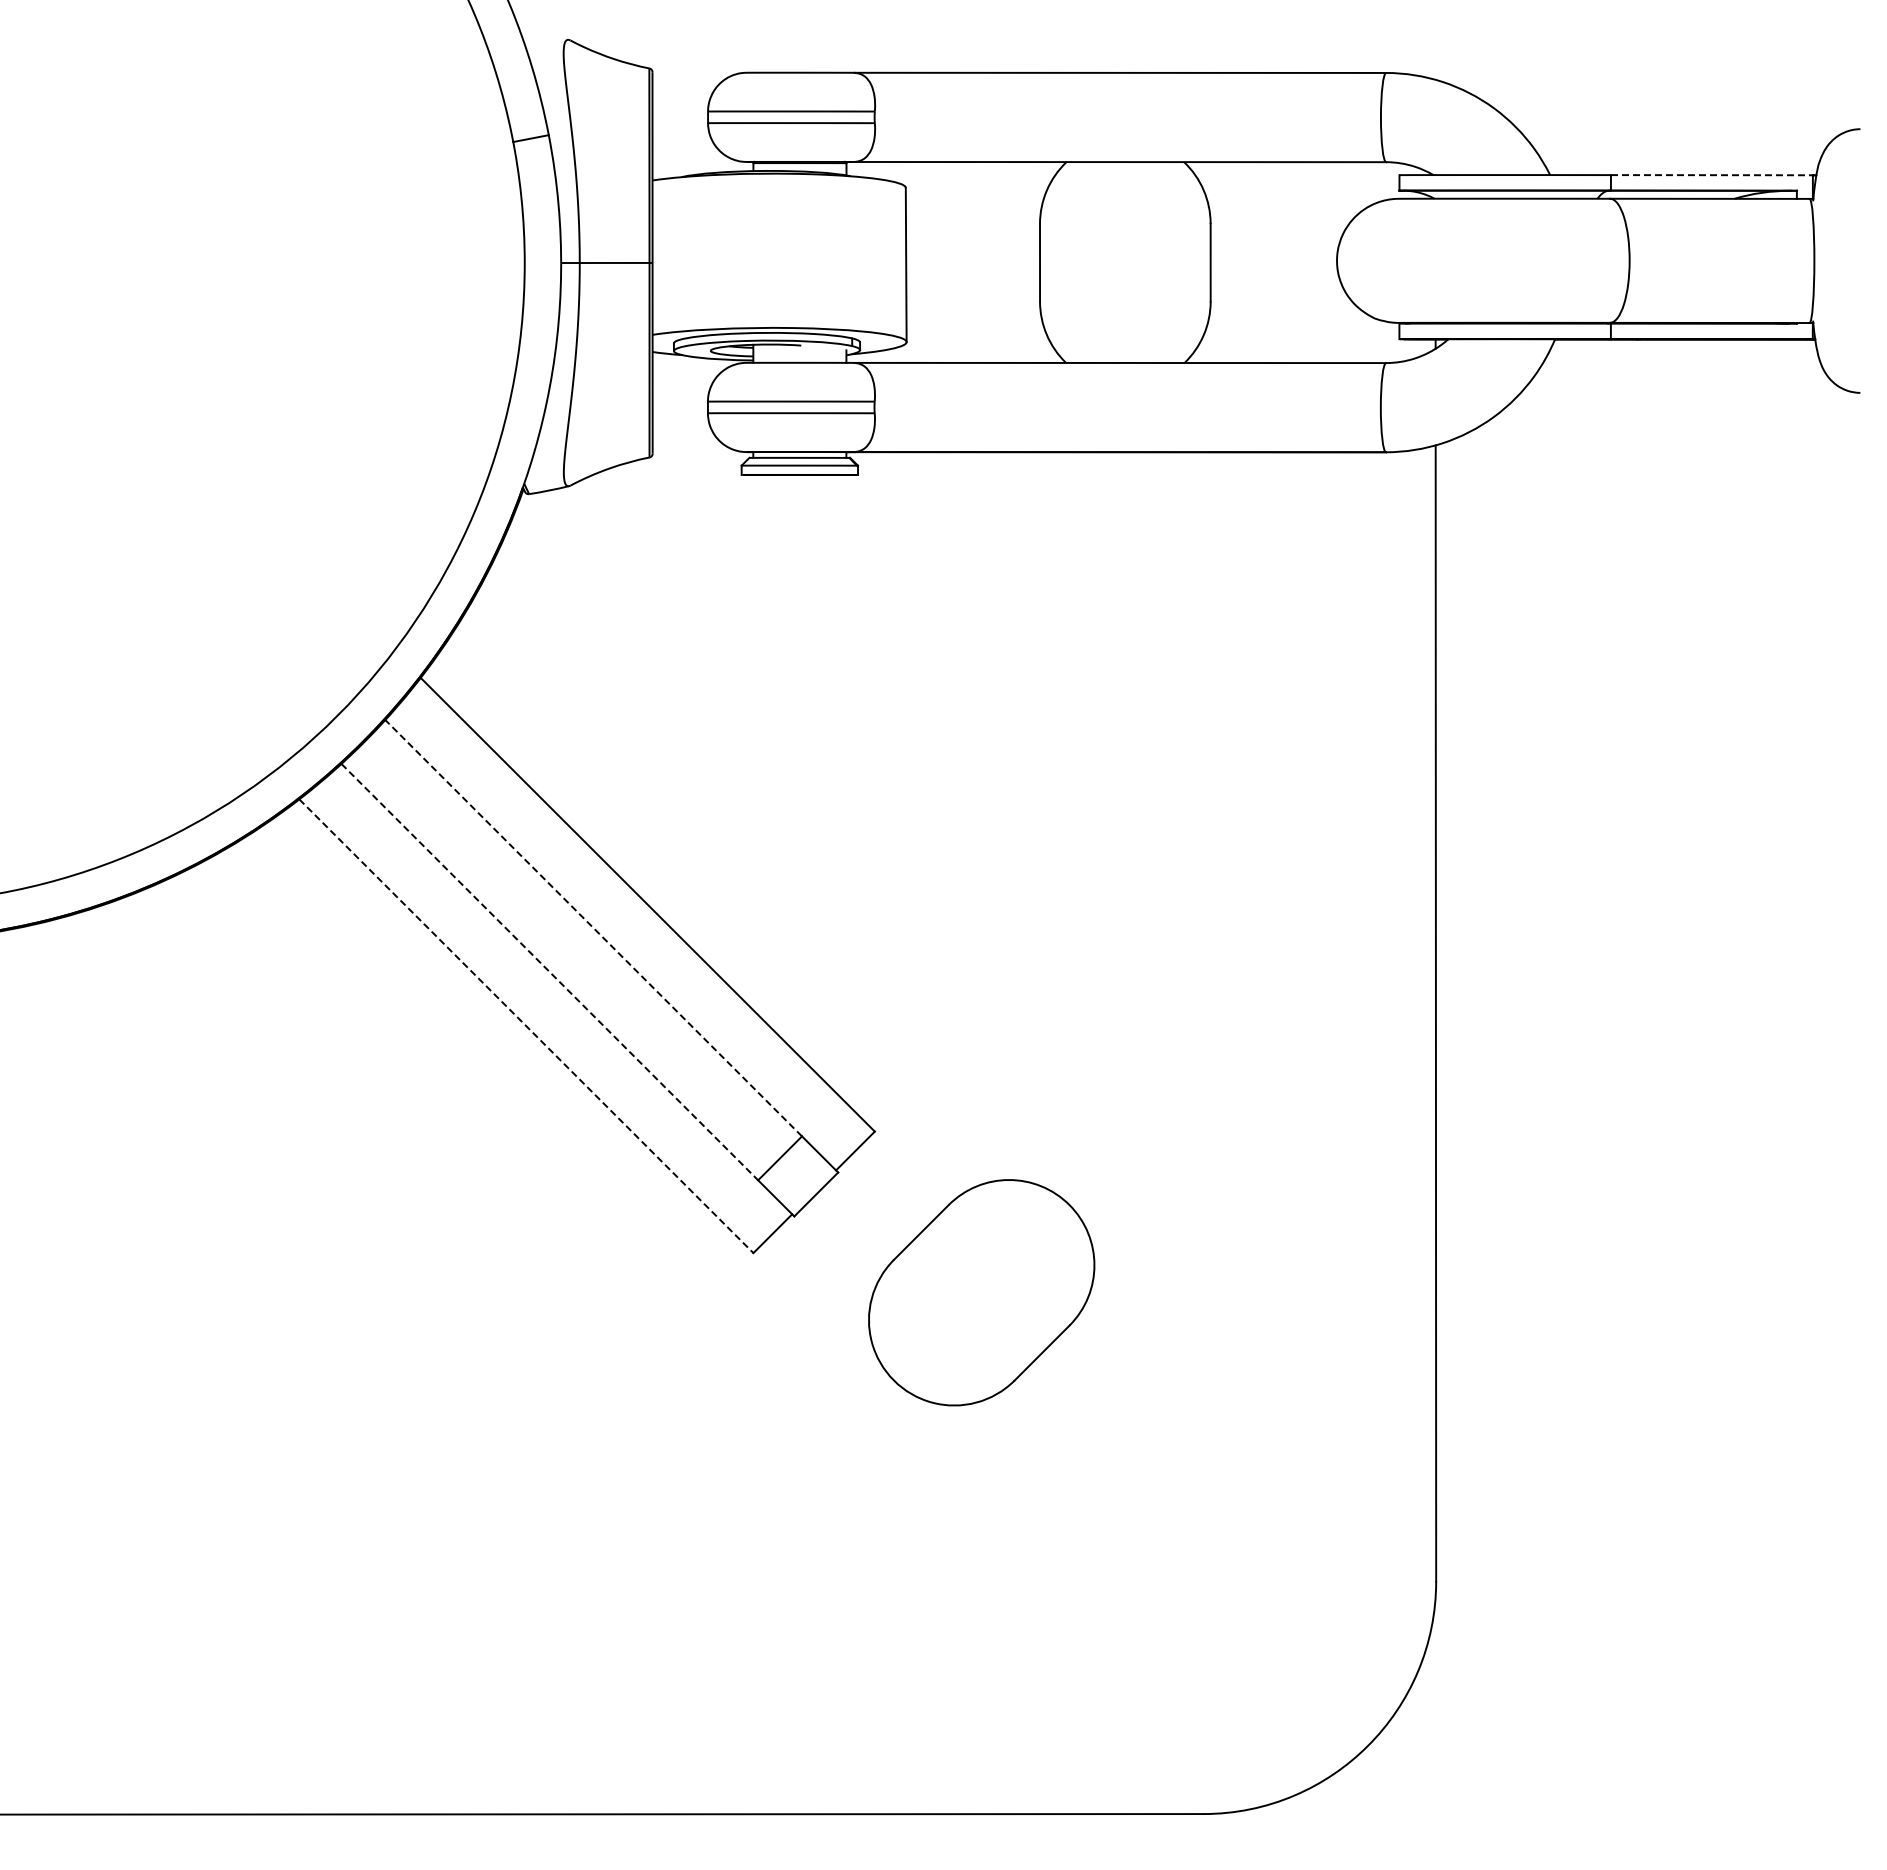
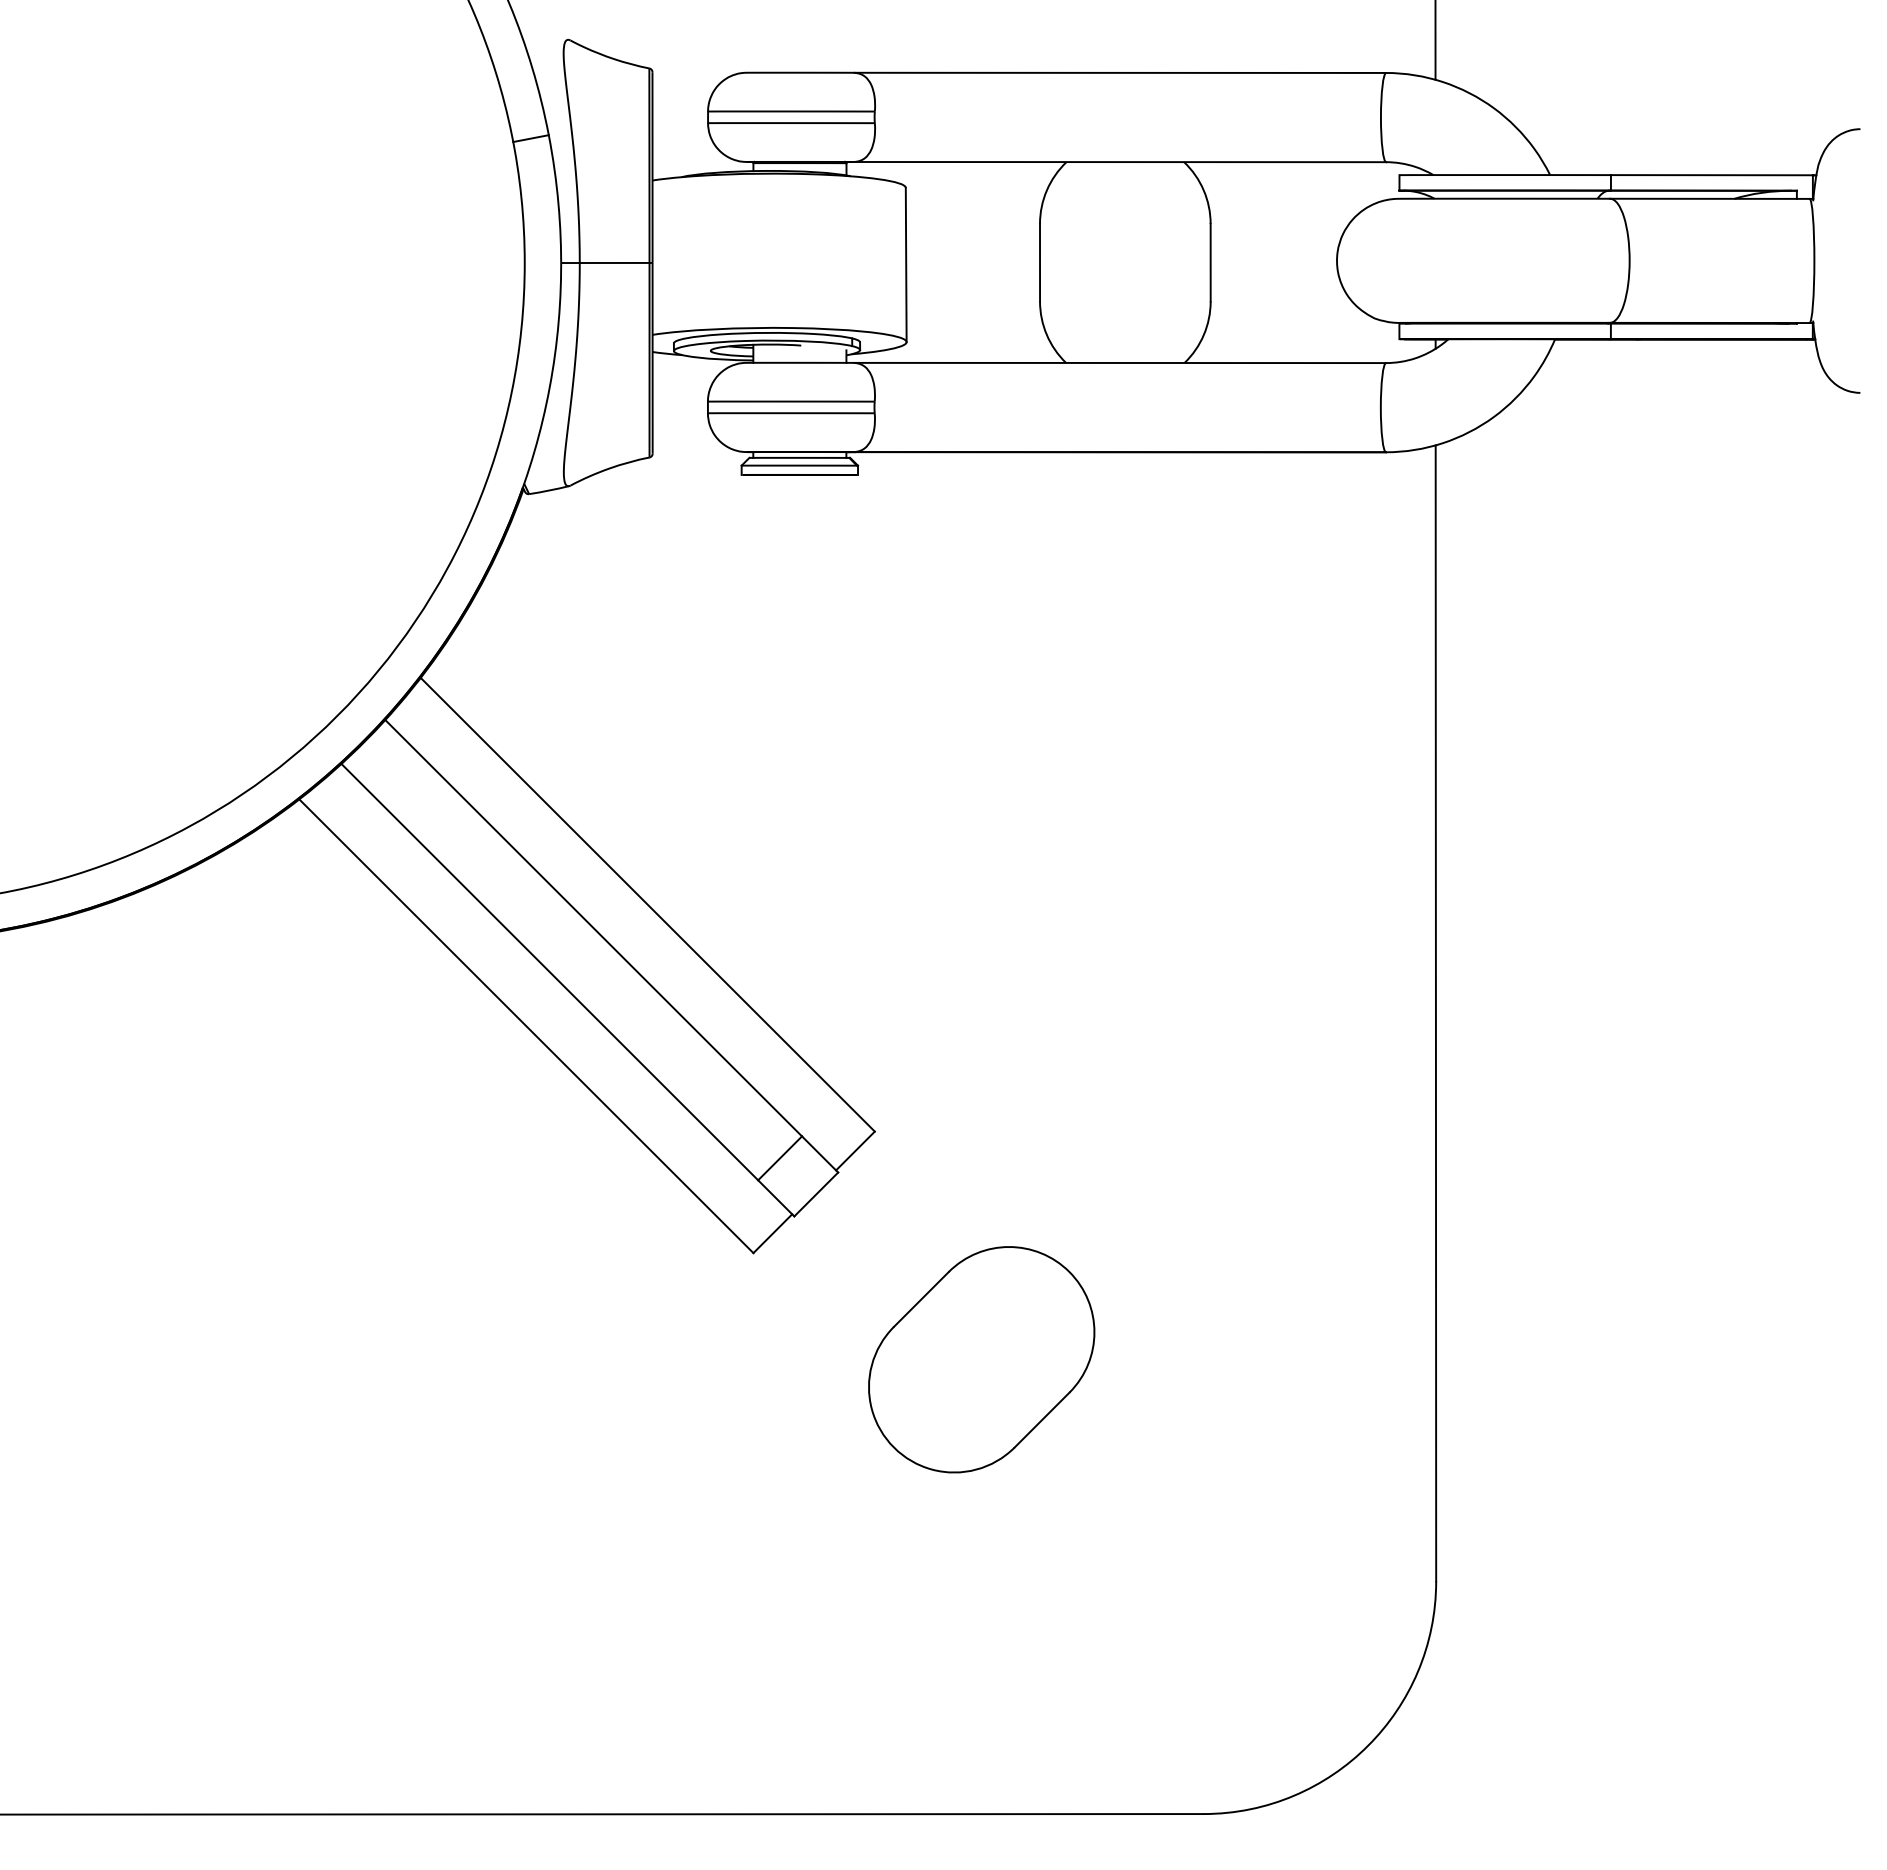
line at (1435, 40): none -> present
line at (1711, 175): dashed -> solid
line at (593, 928): dashed -> solid
line at (549, 972): dashed -> solid
line at (526, 1026): dashed -> solid
part at (981, 1292) position: (981, 1292) -> (981, 1359)
